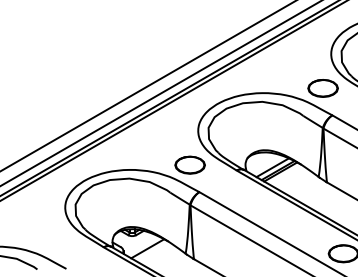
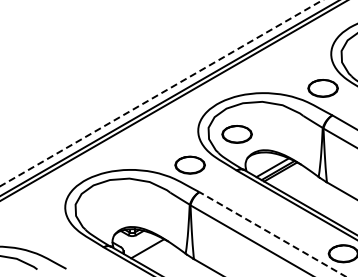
line at (147, 86): present -> none
line at (161, 93): solid -> dashed
part at (236, 134): none -> present
line at (272, 234): solid -> dashed
